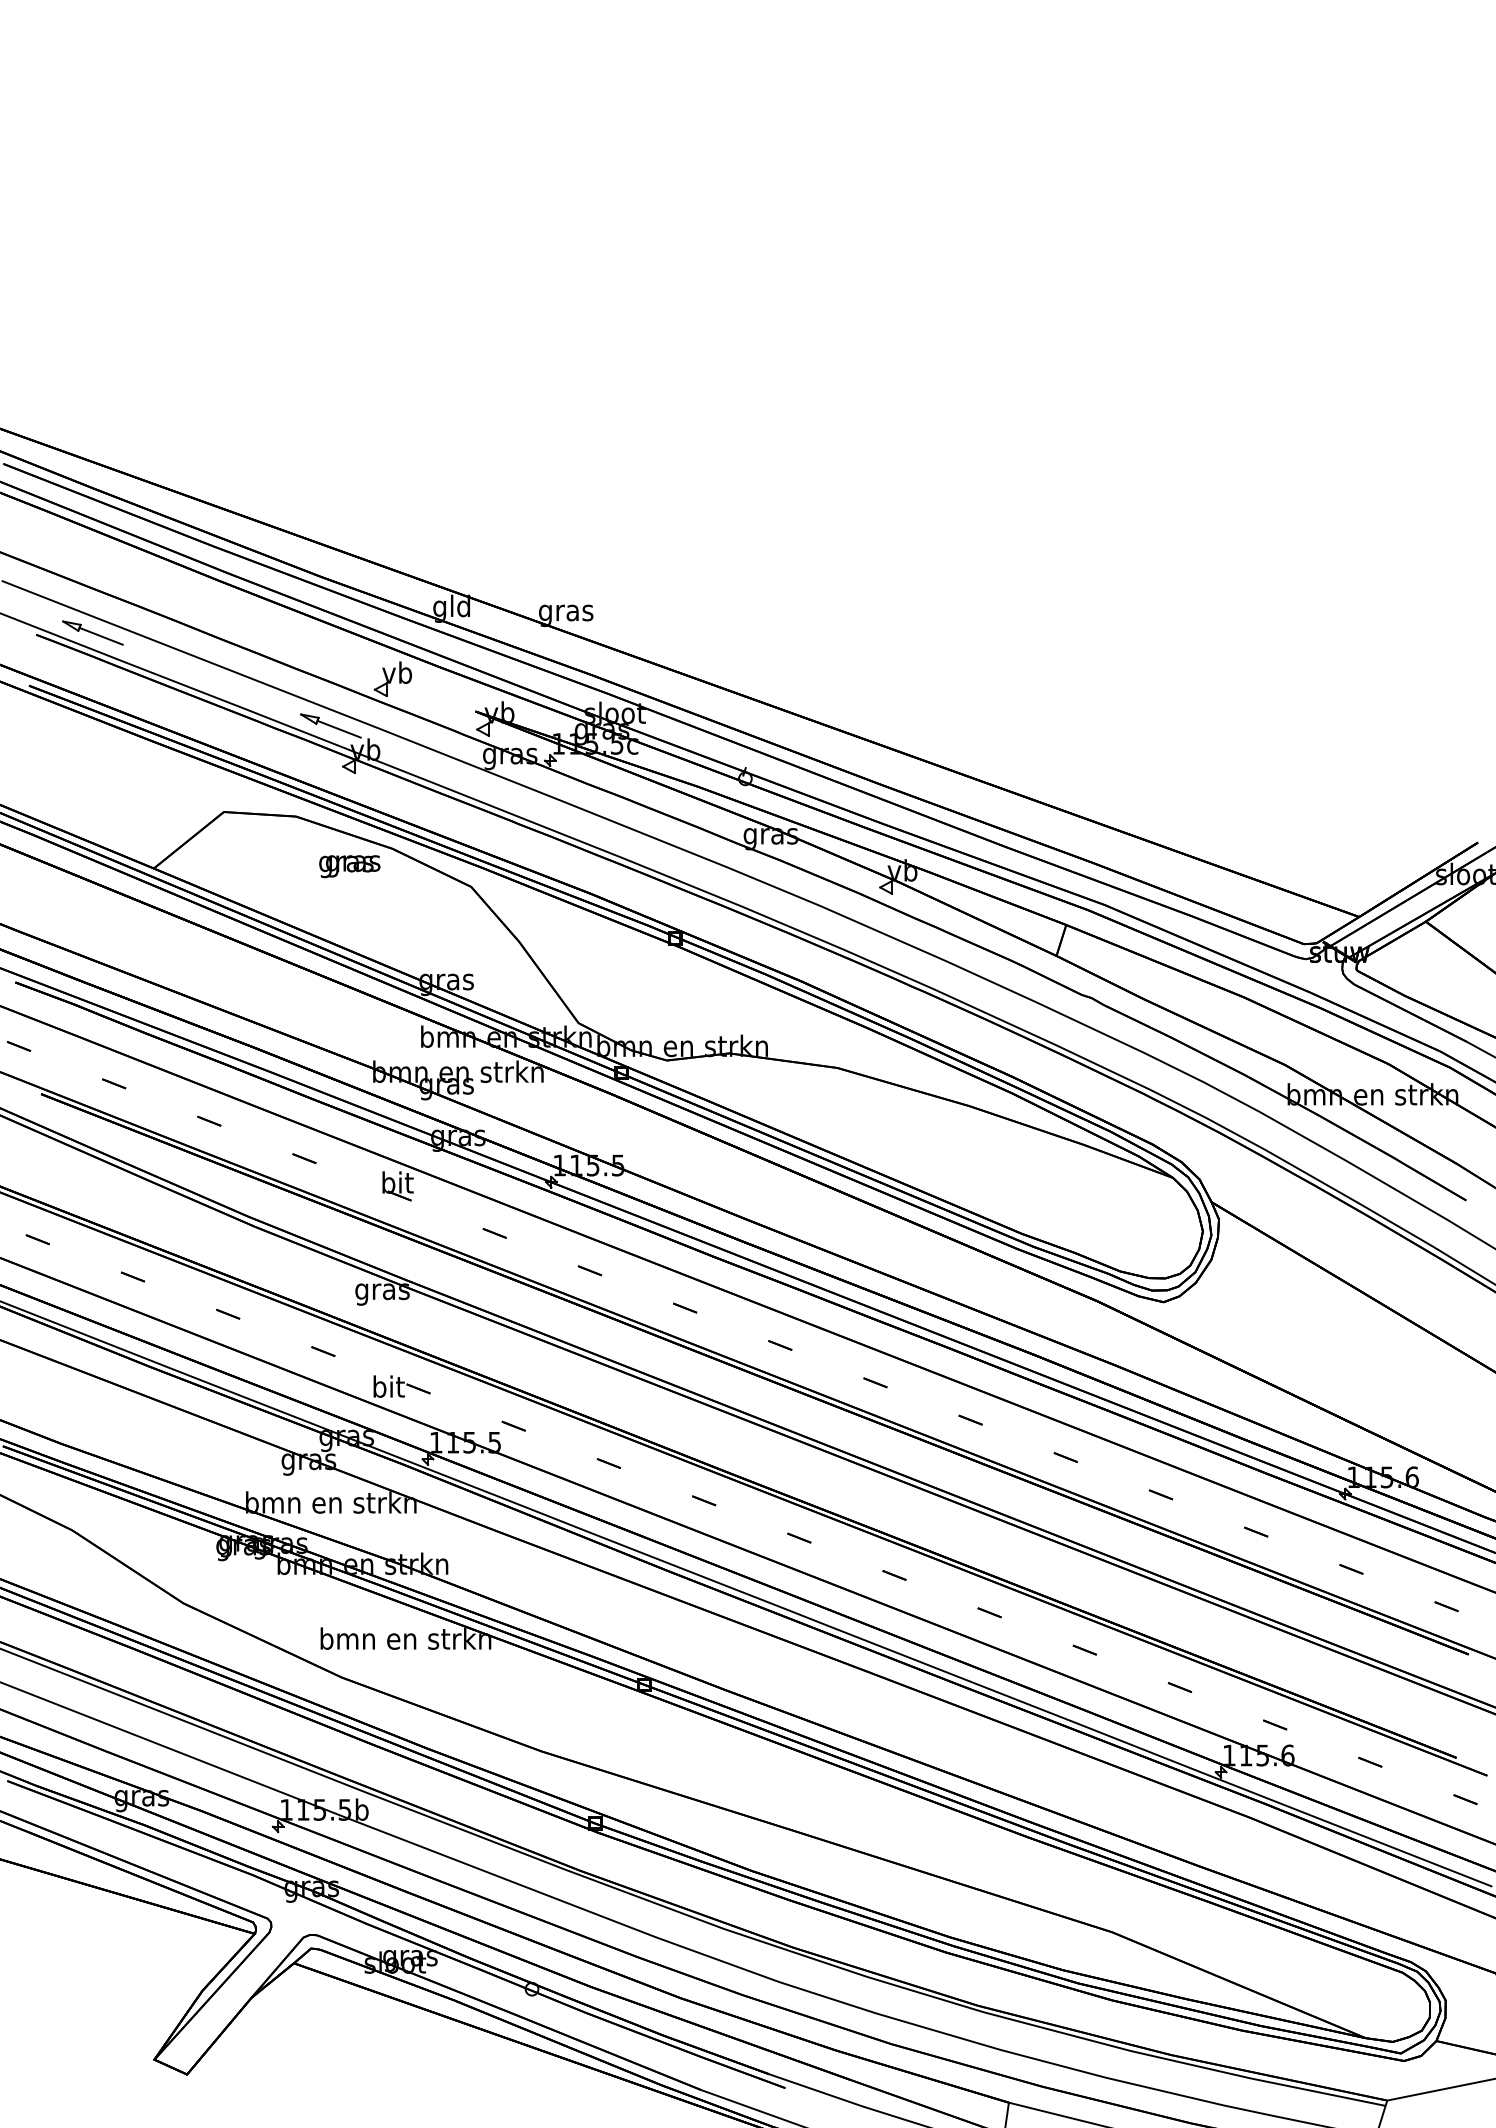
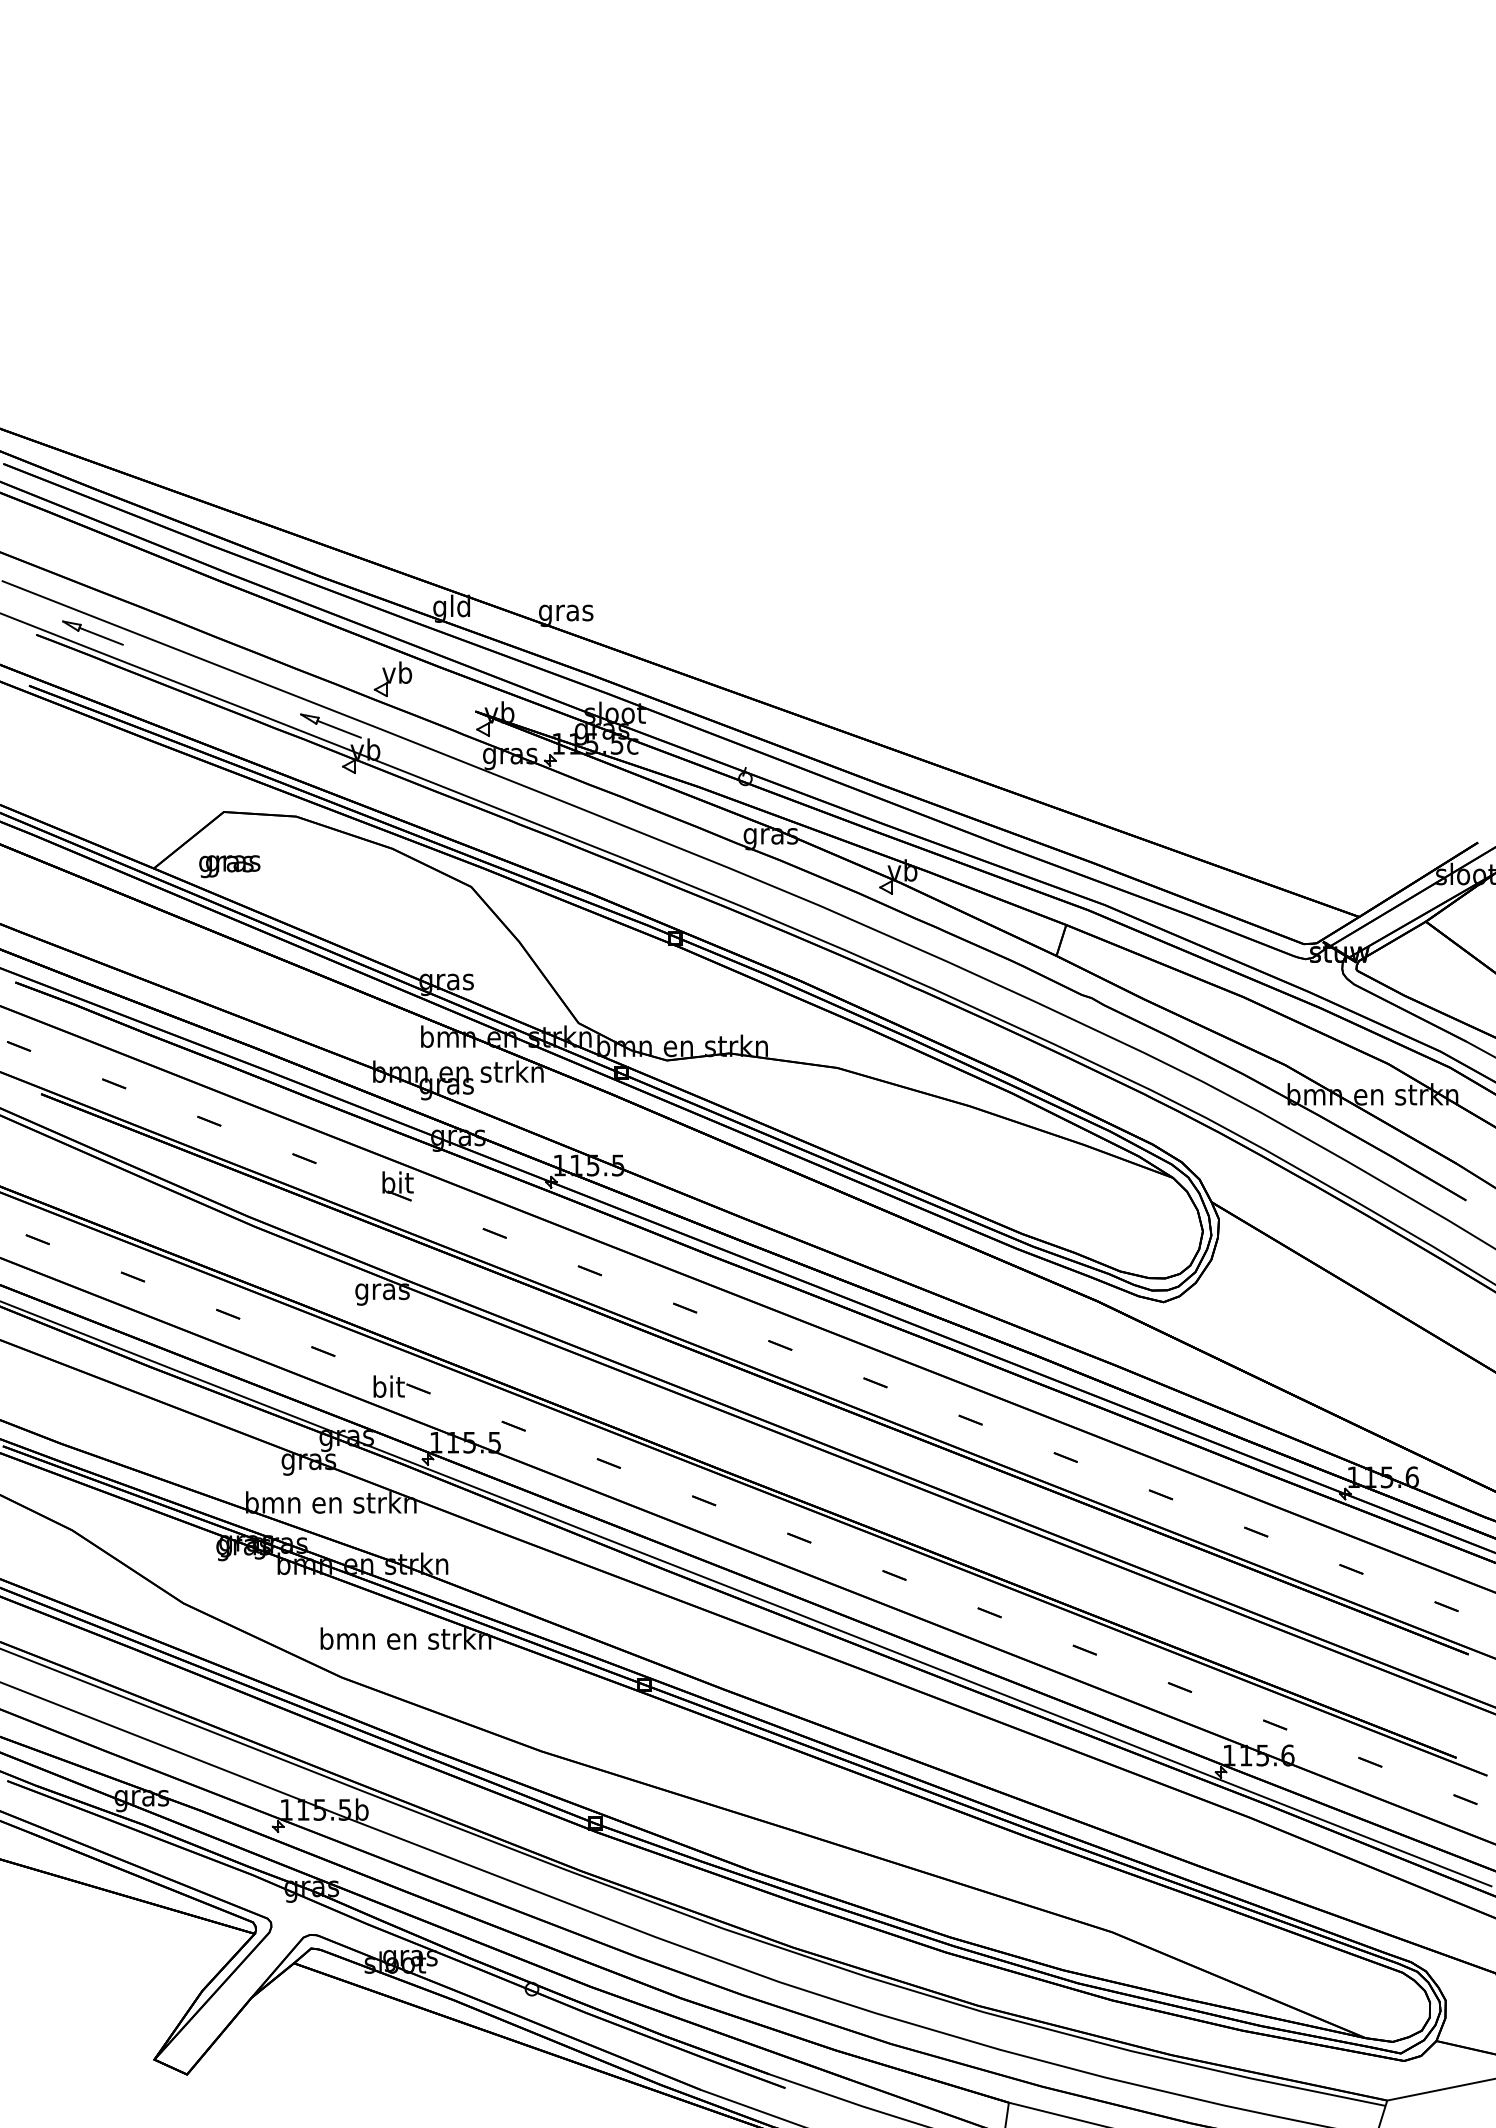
text at (349, 866) position: (349, 866) -> (229, 866)
